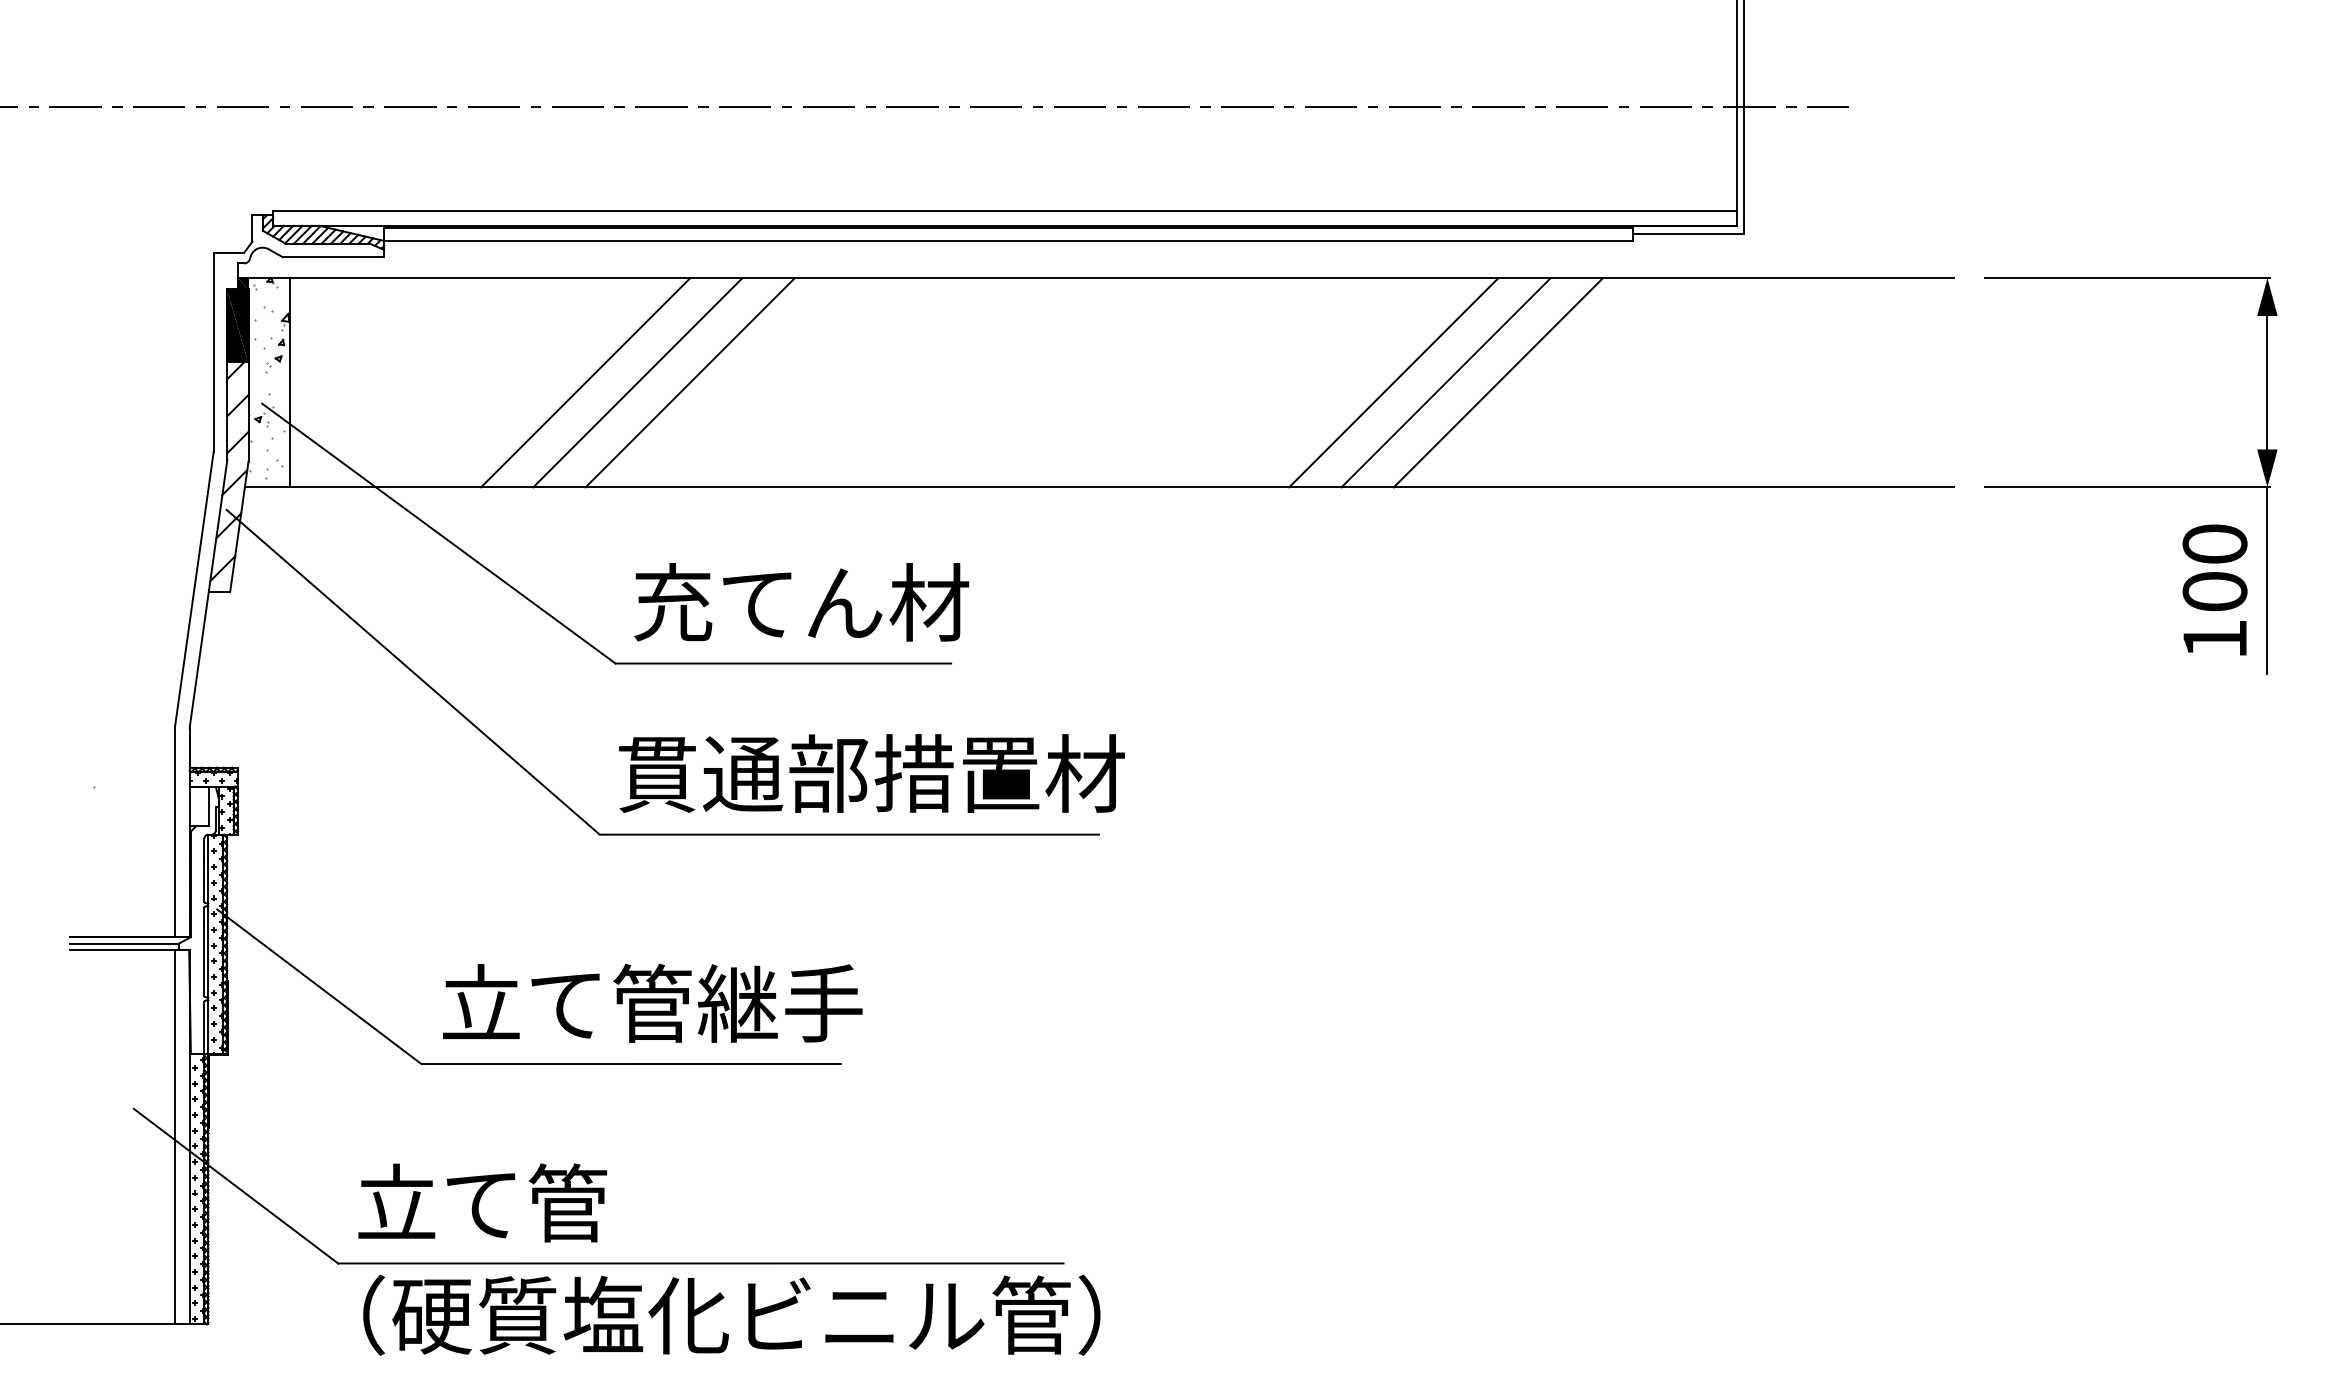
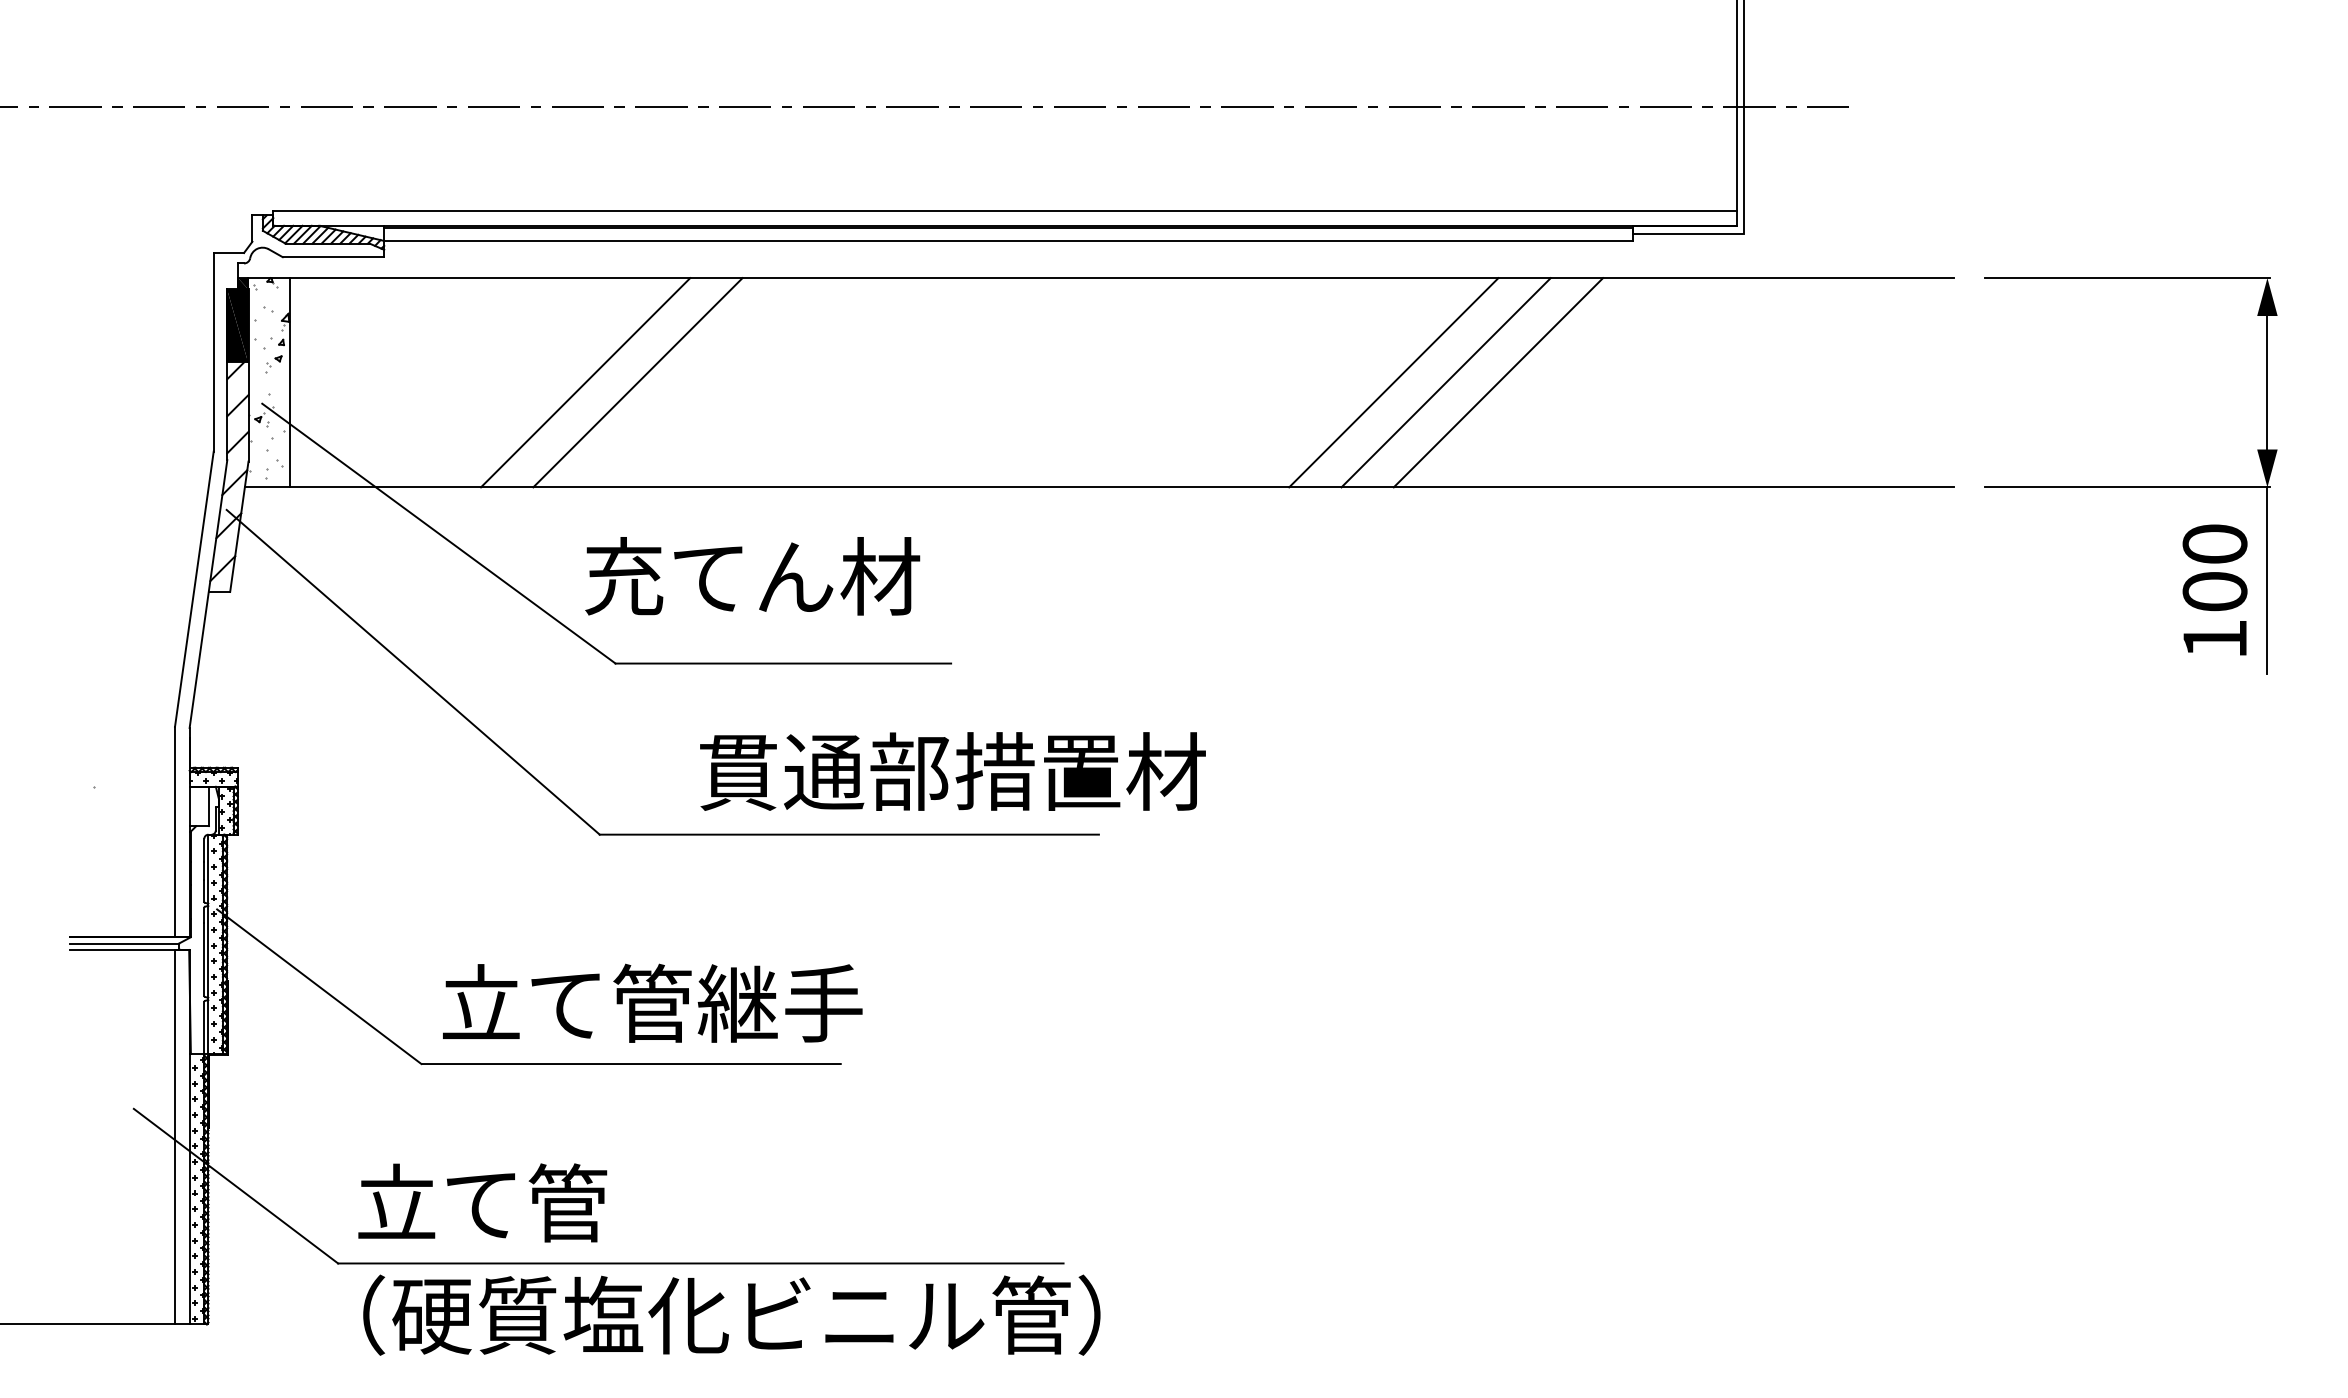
line at (689, 382): present -> none
text at (801, 602) position: (801, 602) -> (752, 576)
text at (871, 773) position: (871, 773) -> (952, 771)
